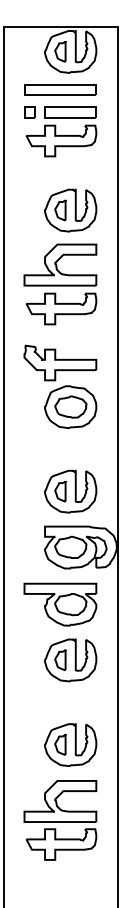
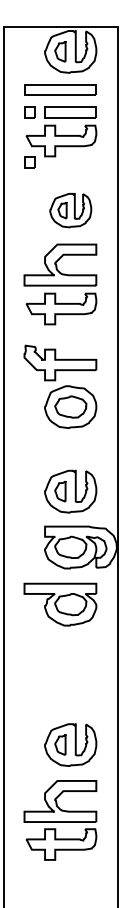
part at (29, 162): none -> present
part at (70, 210) size: 54x45 px -> 44x36 px
part at (70, 660): present -> none
